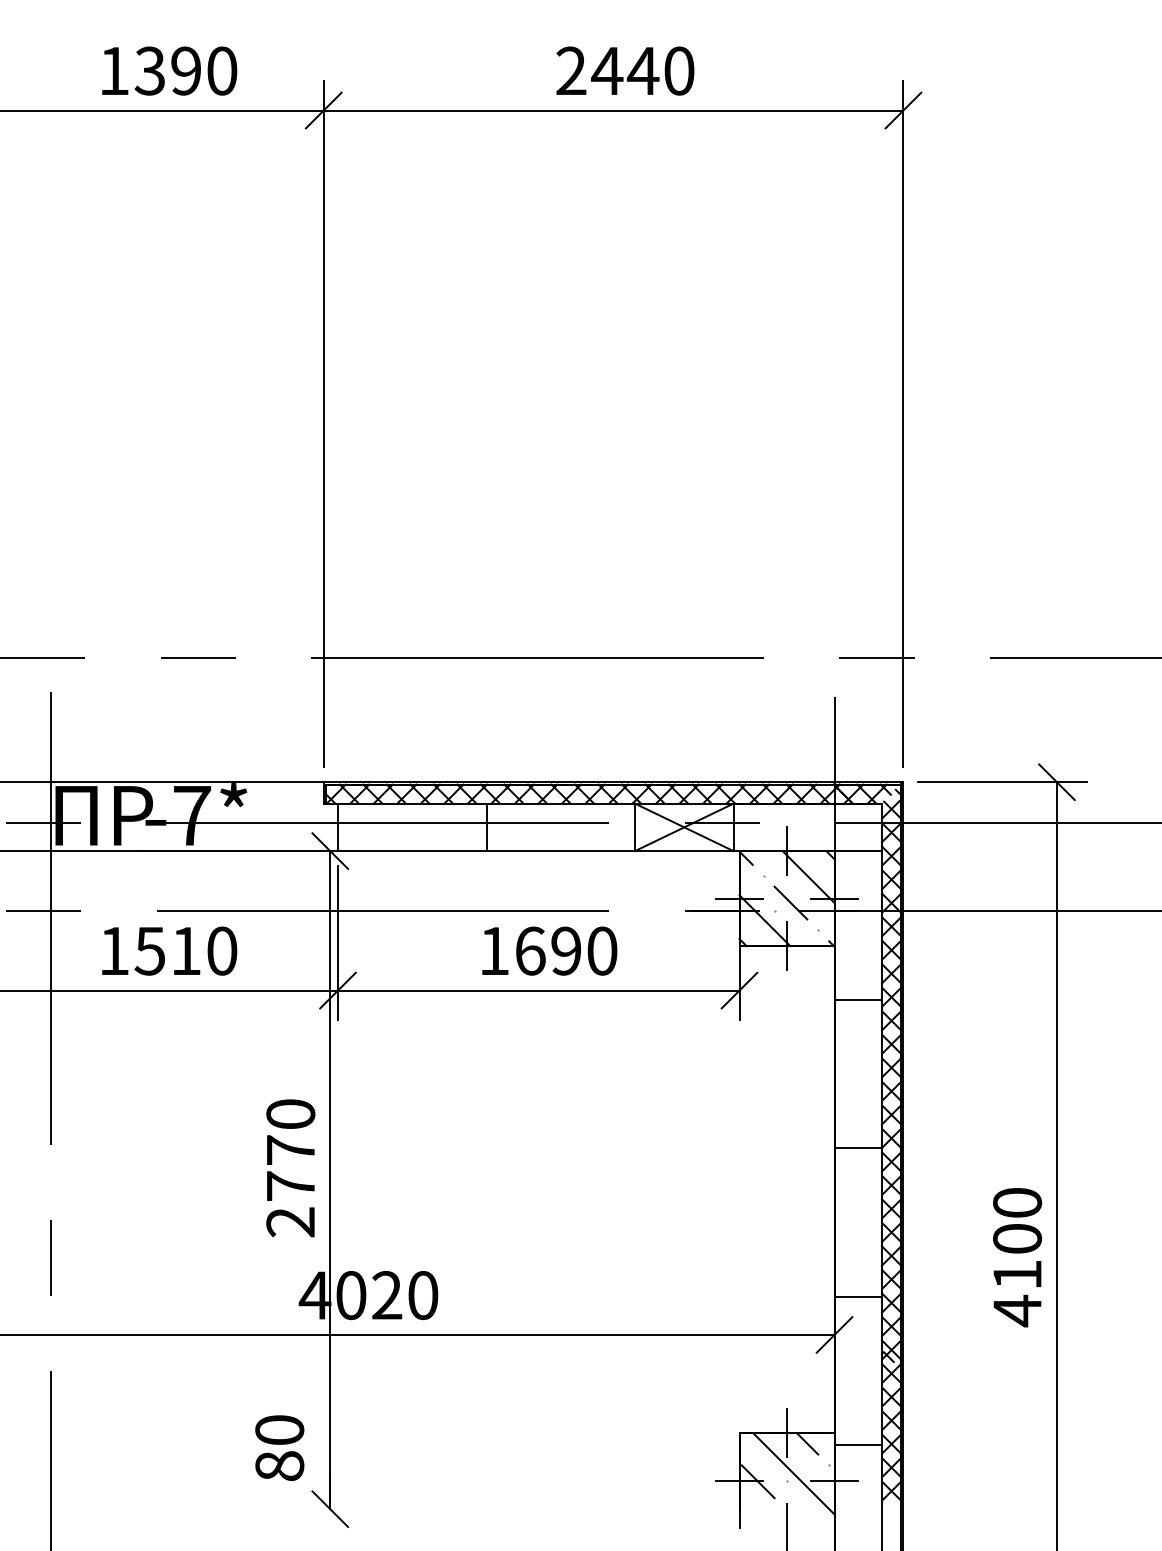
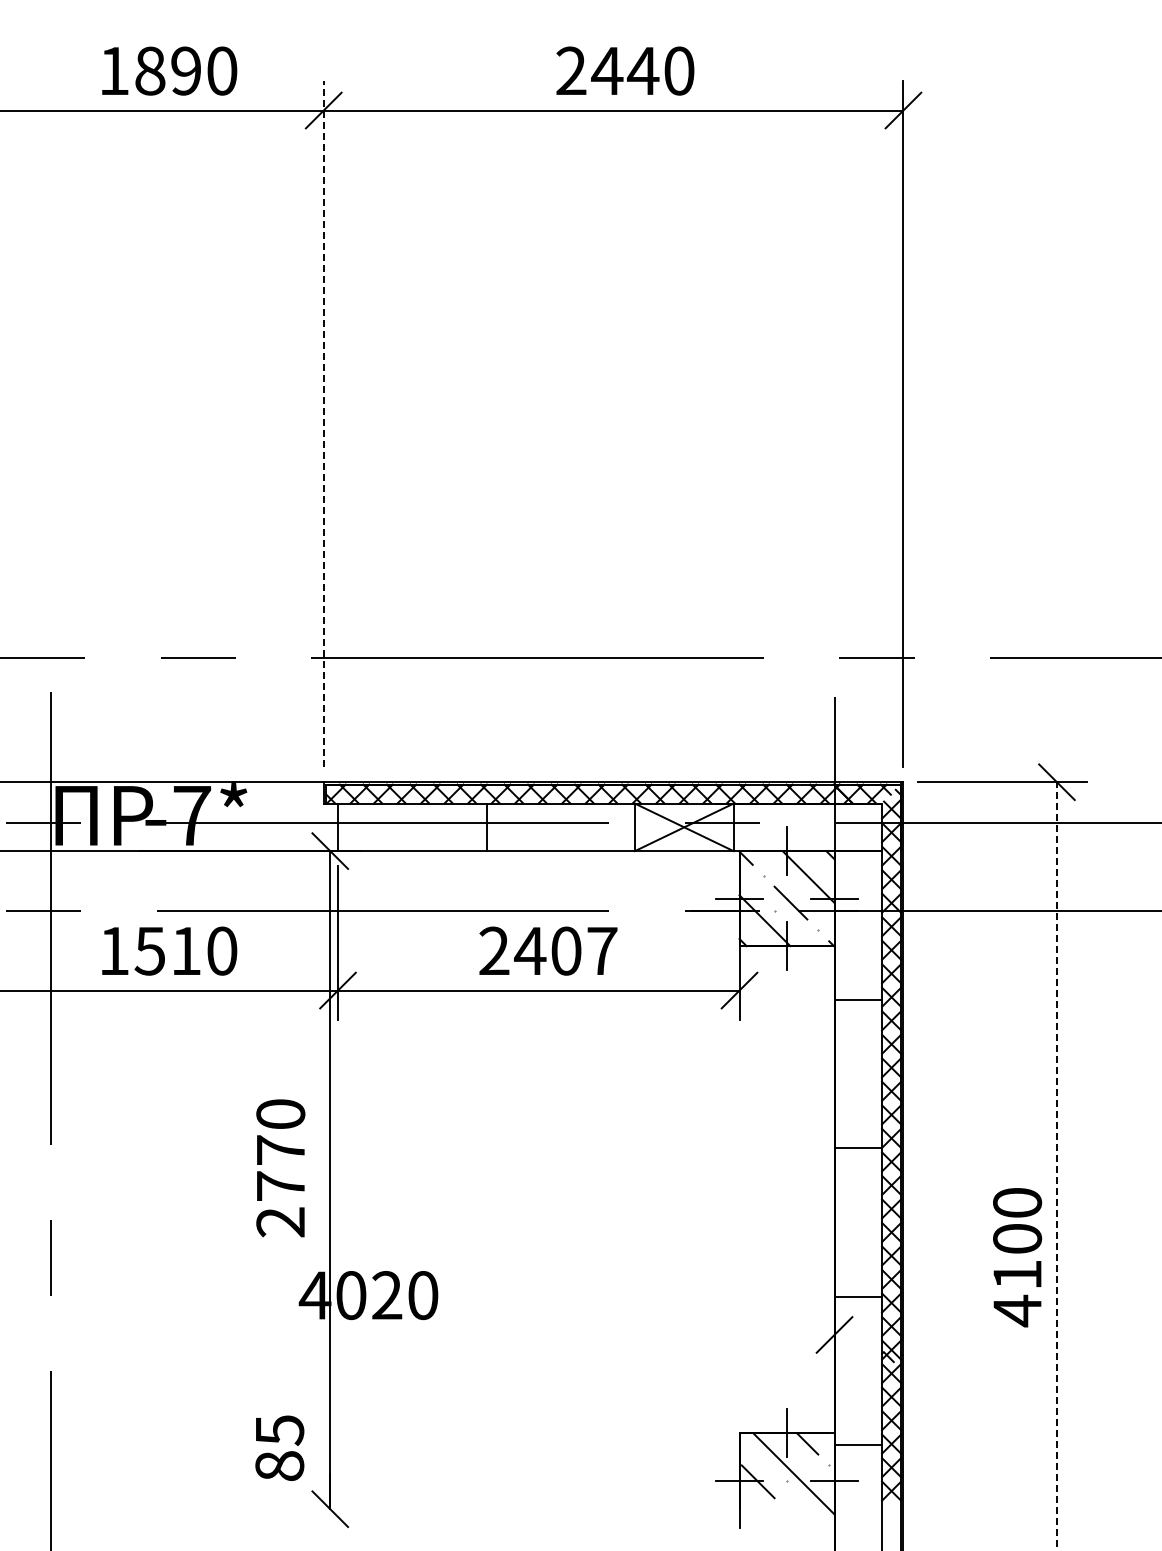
text at (149, 70): 1390 -> 1890
line at (323, 423): solid -> dashed
text at (548, 950): 1690 -> 2407
line at (1056, 1165): solid -> dashed
text at (290, 1168) position: (290, 1168) -> (280, 1168)
line at (418, 1334): present -> none
text at (279, 1430): 80 -> 85
line at (787, 1525): present -> none
